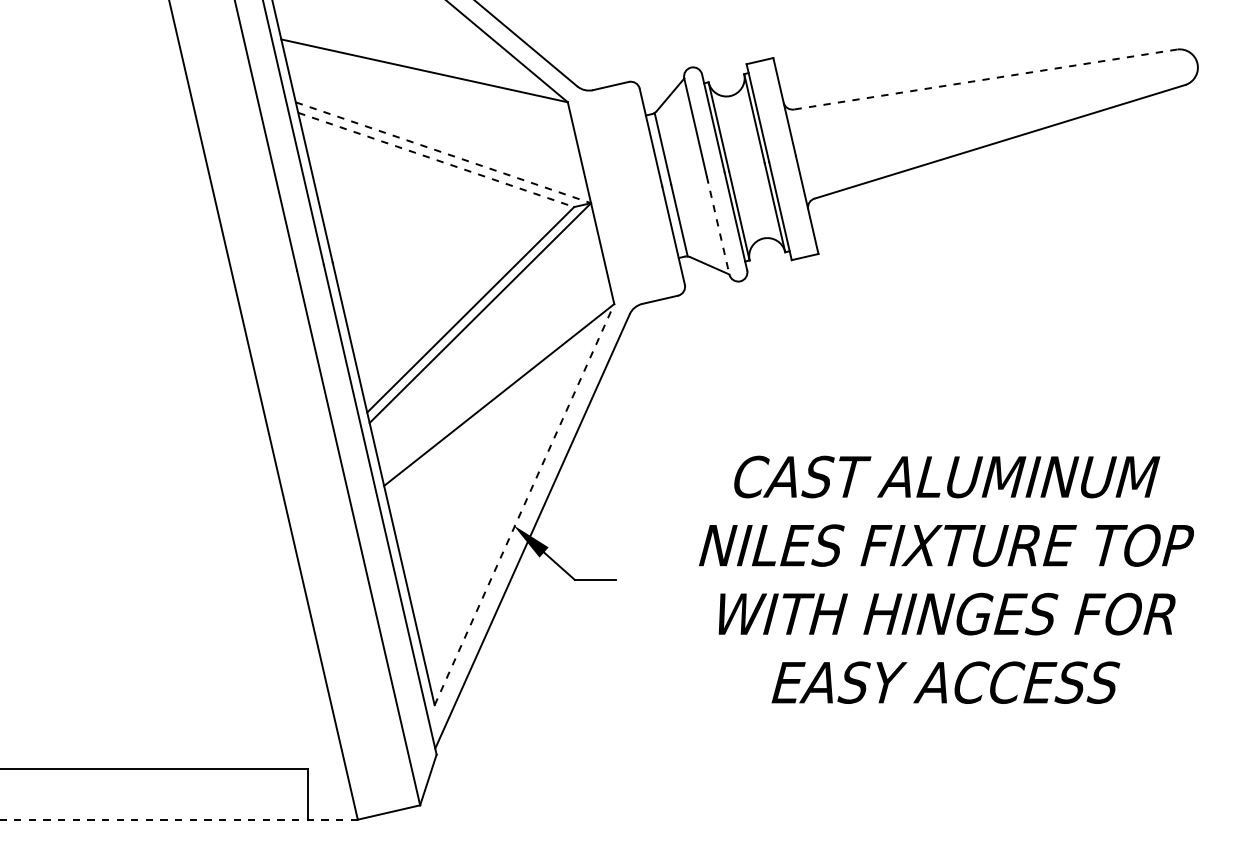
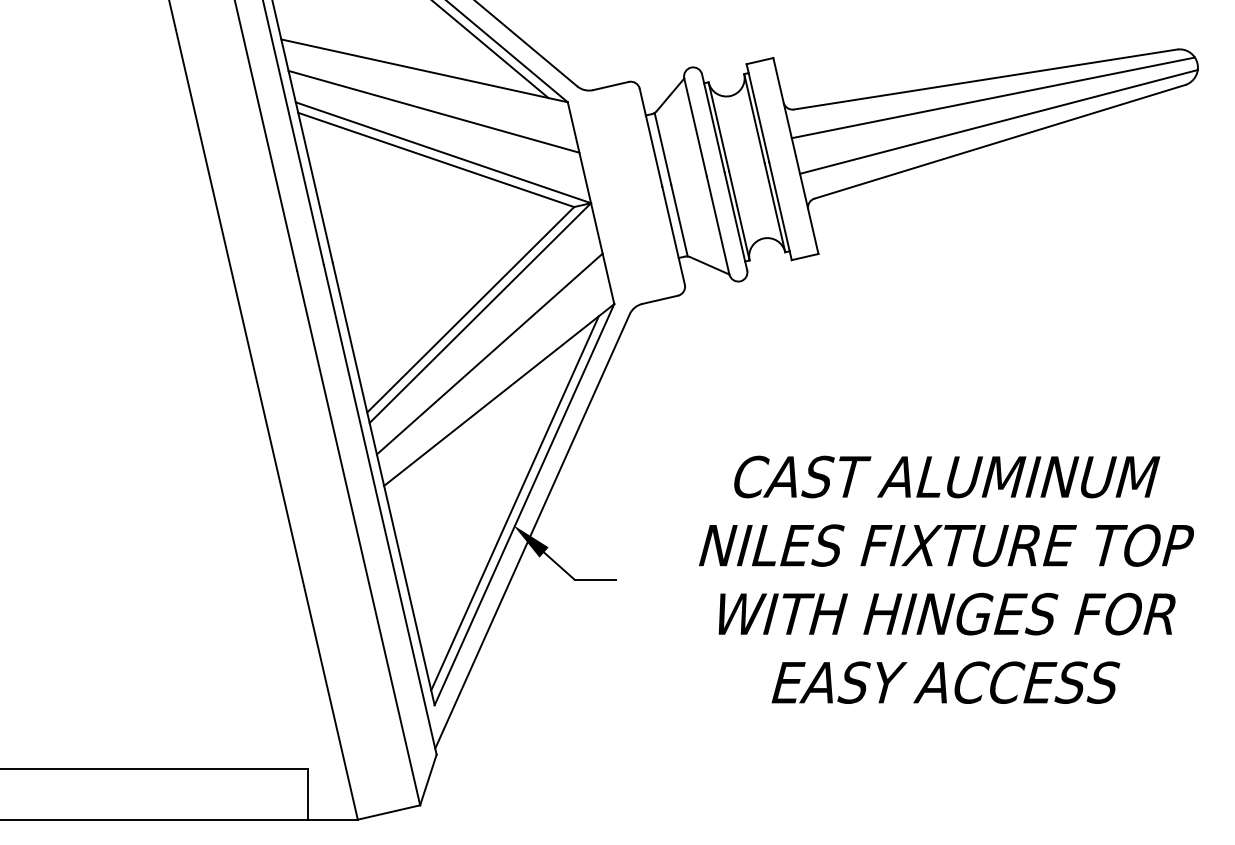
line at (491, 50): none -> present
line at (986, 79): dashed -> solid
line at (992, 97): none -> present
line at (433, 111): none -> present
line at (998, 121): none -> present
line at (443, 152): dashed -> solid
line at (436, 159): dashed -> solid
line at (718, 226): dashed -> solid
line at (489, 353): none -> present
line at (514, 503): none -> present
line at (524, 504): dashed -> solid
line at (178, 819): dashed -> solid
